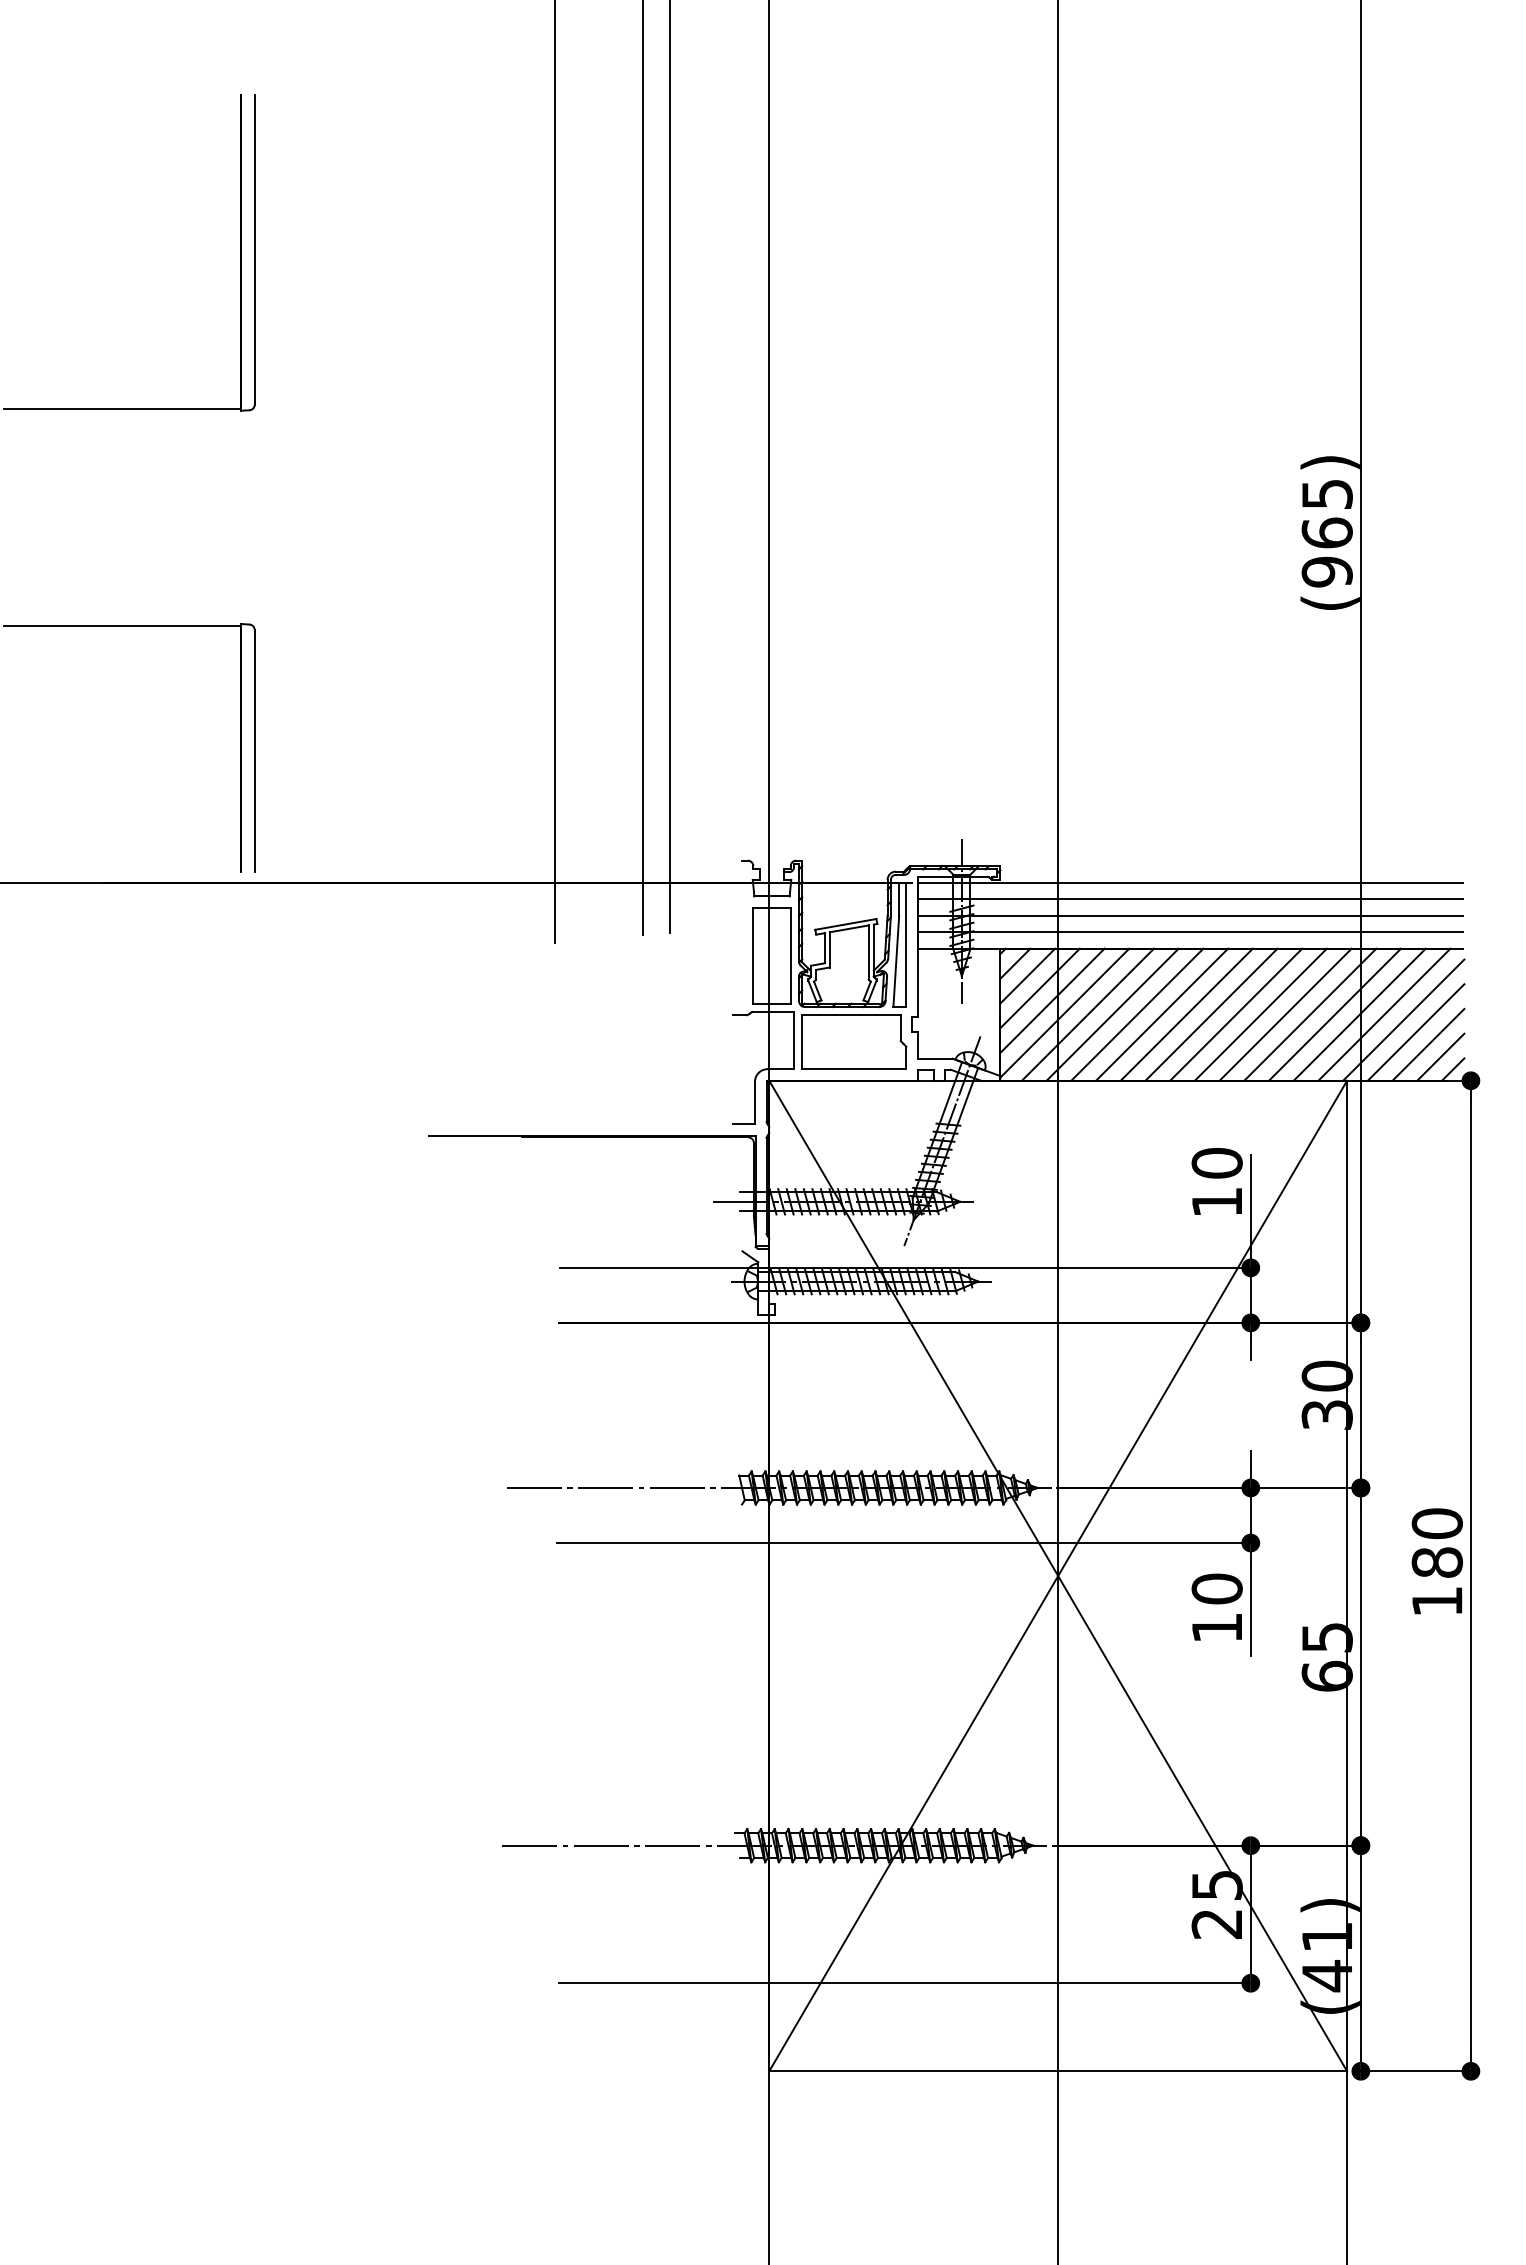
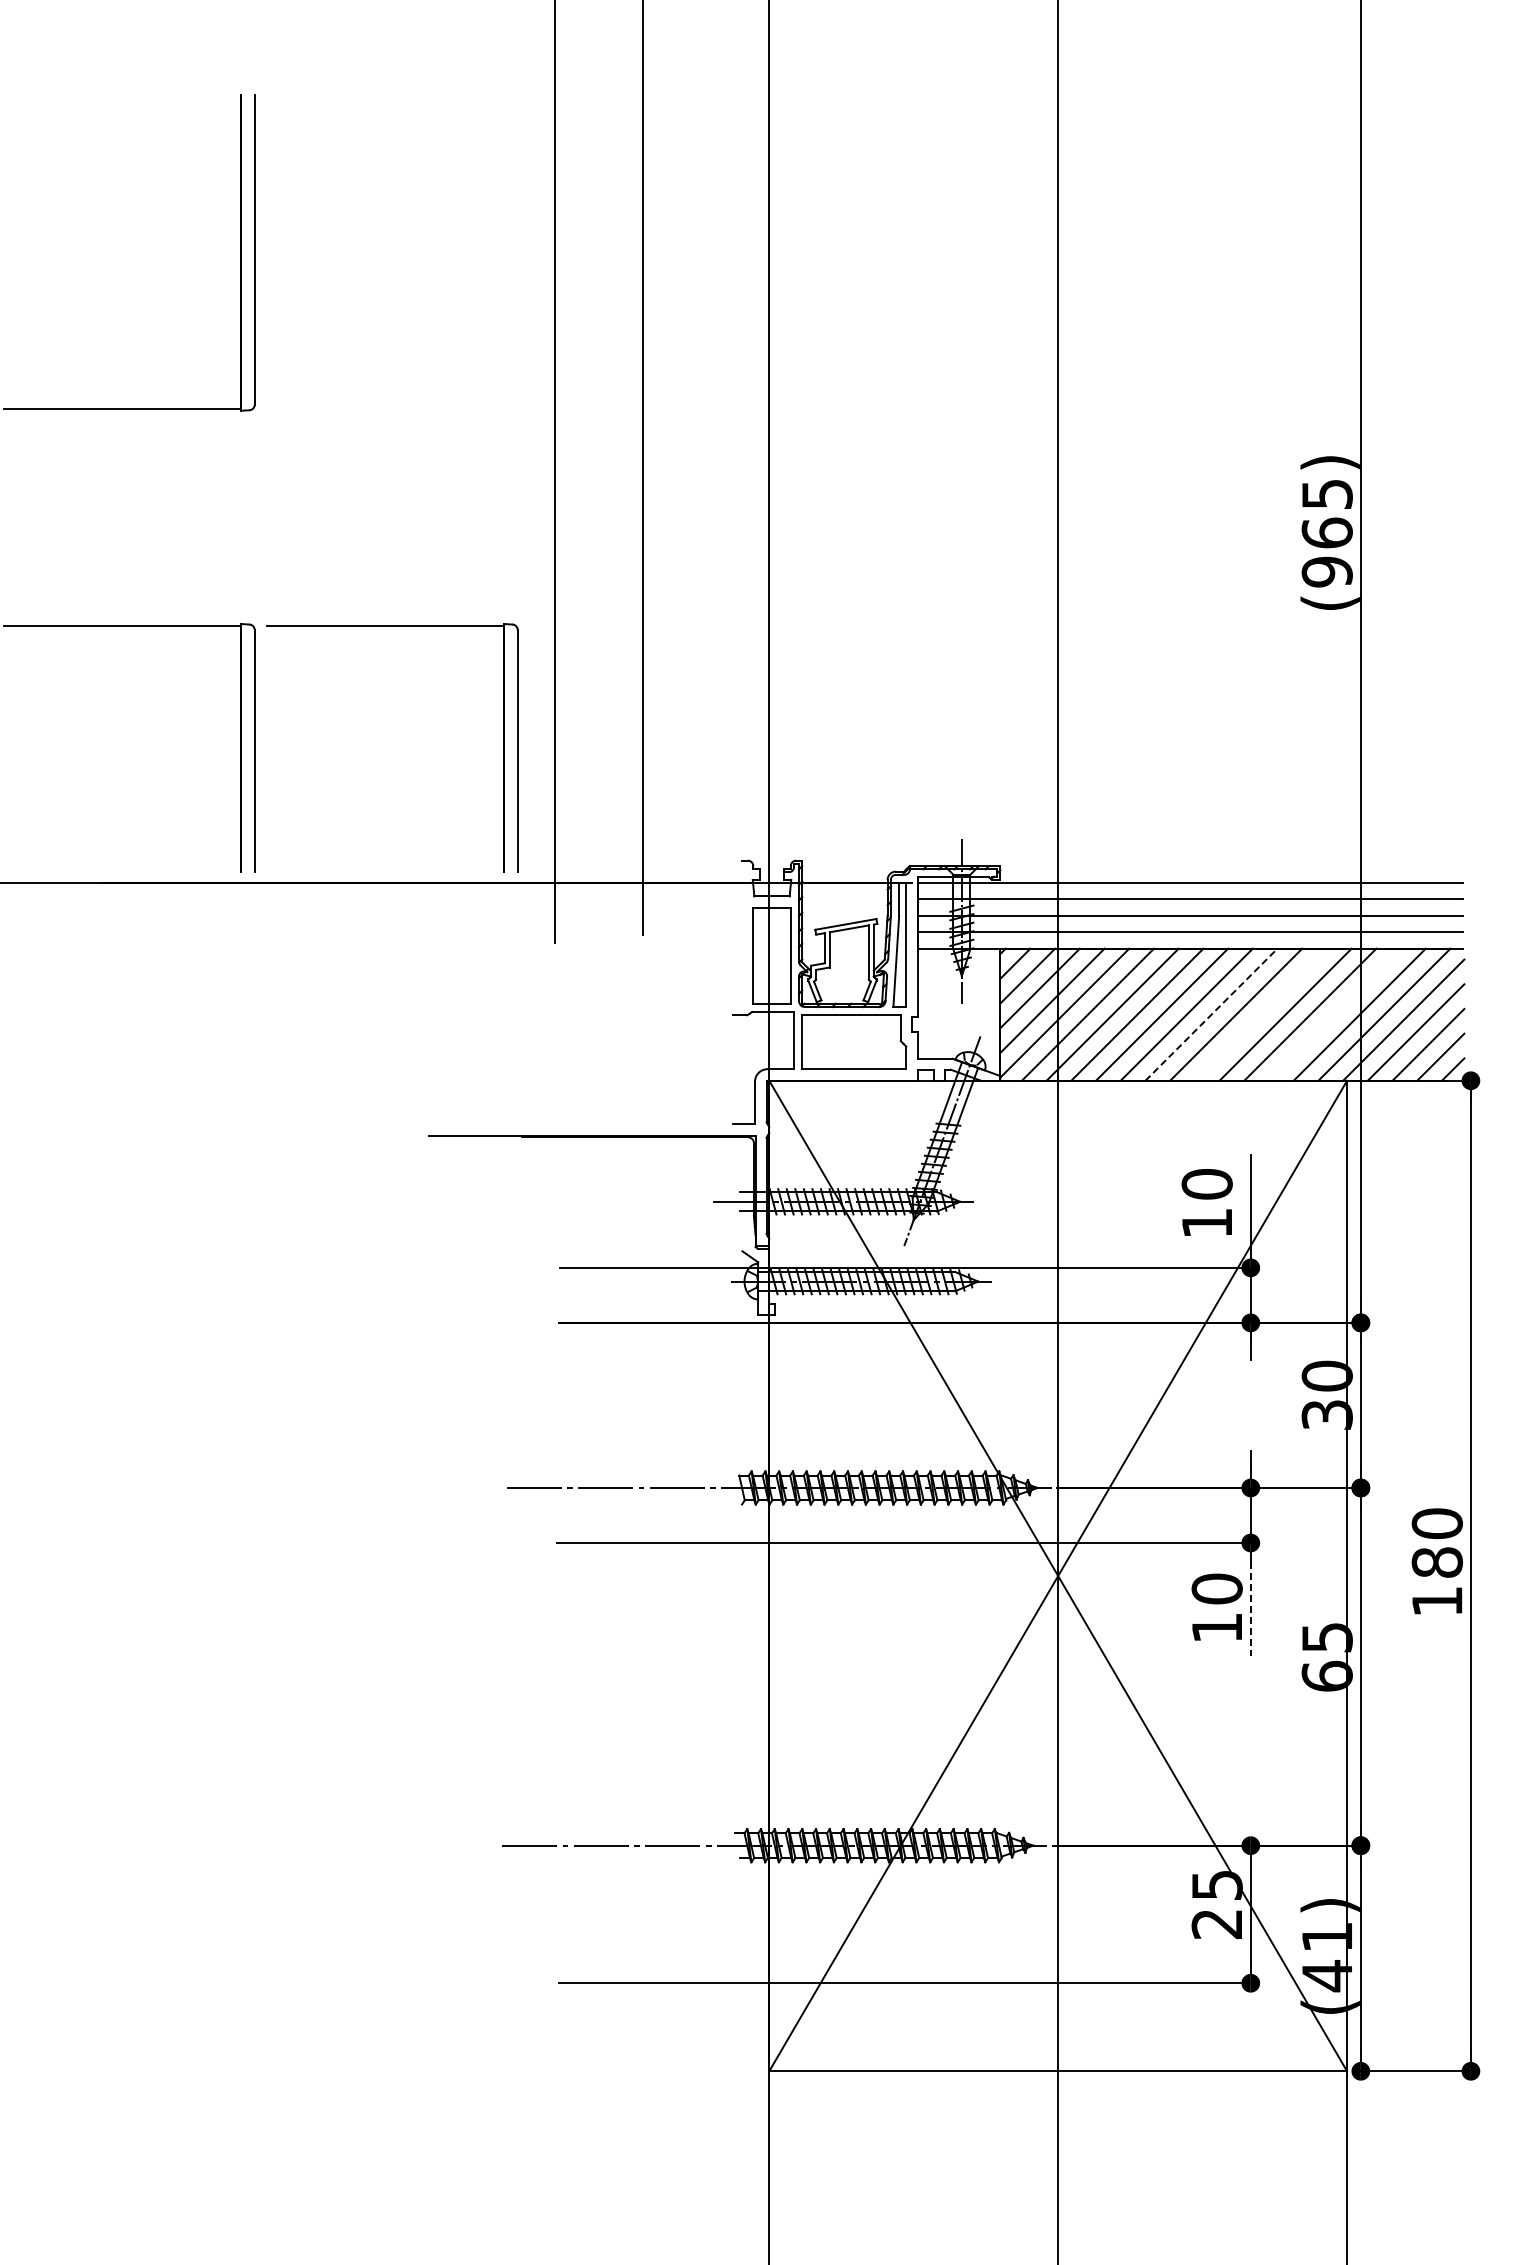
line at (670, 467): present -> none
part at (503, 747): none -> present
line at (1211, 1014): solid -> dashed
line at (1260, 1014): present -> none
line at (1335, 1014): present -> none
text at (1216, 1181) position: (1216, 1181) -> (1206, 1202)
line at (1250, 1609): solid -> dashed
